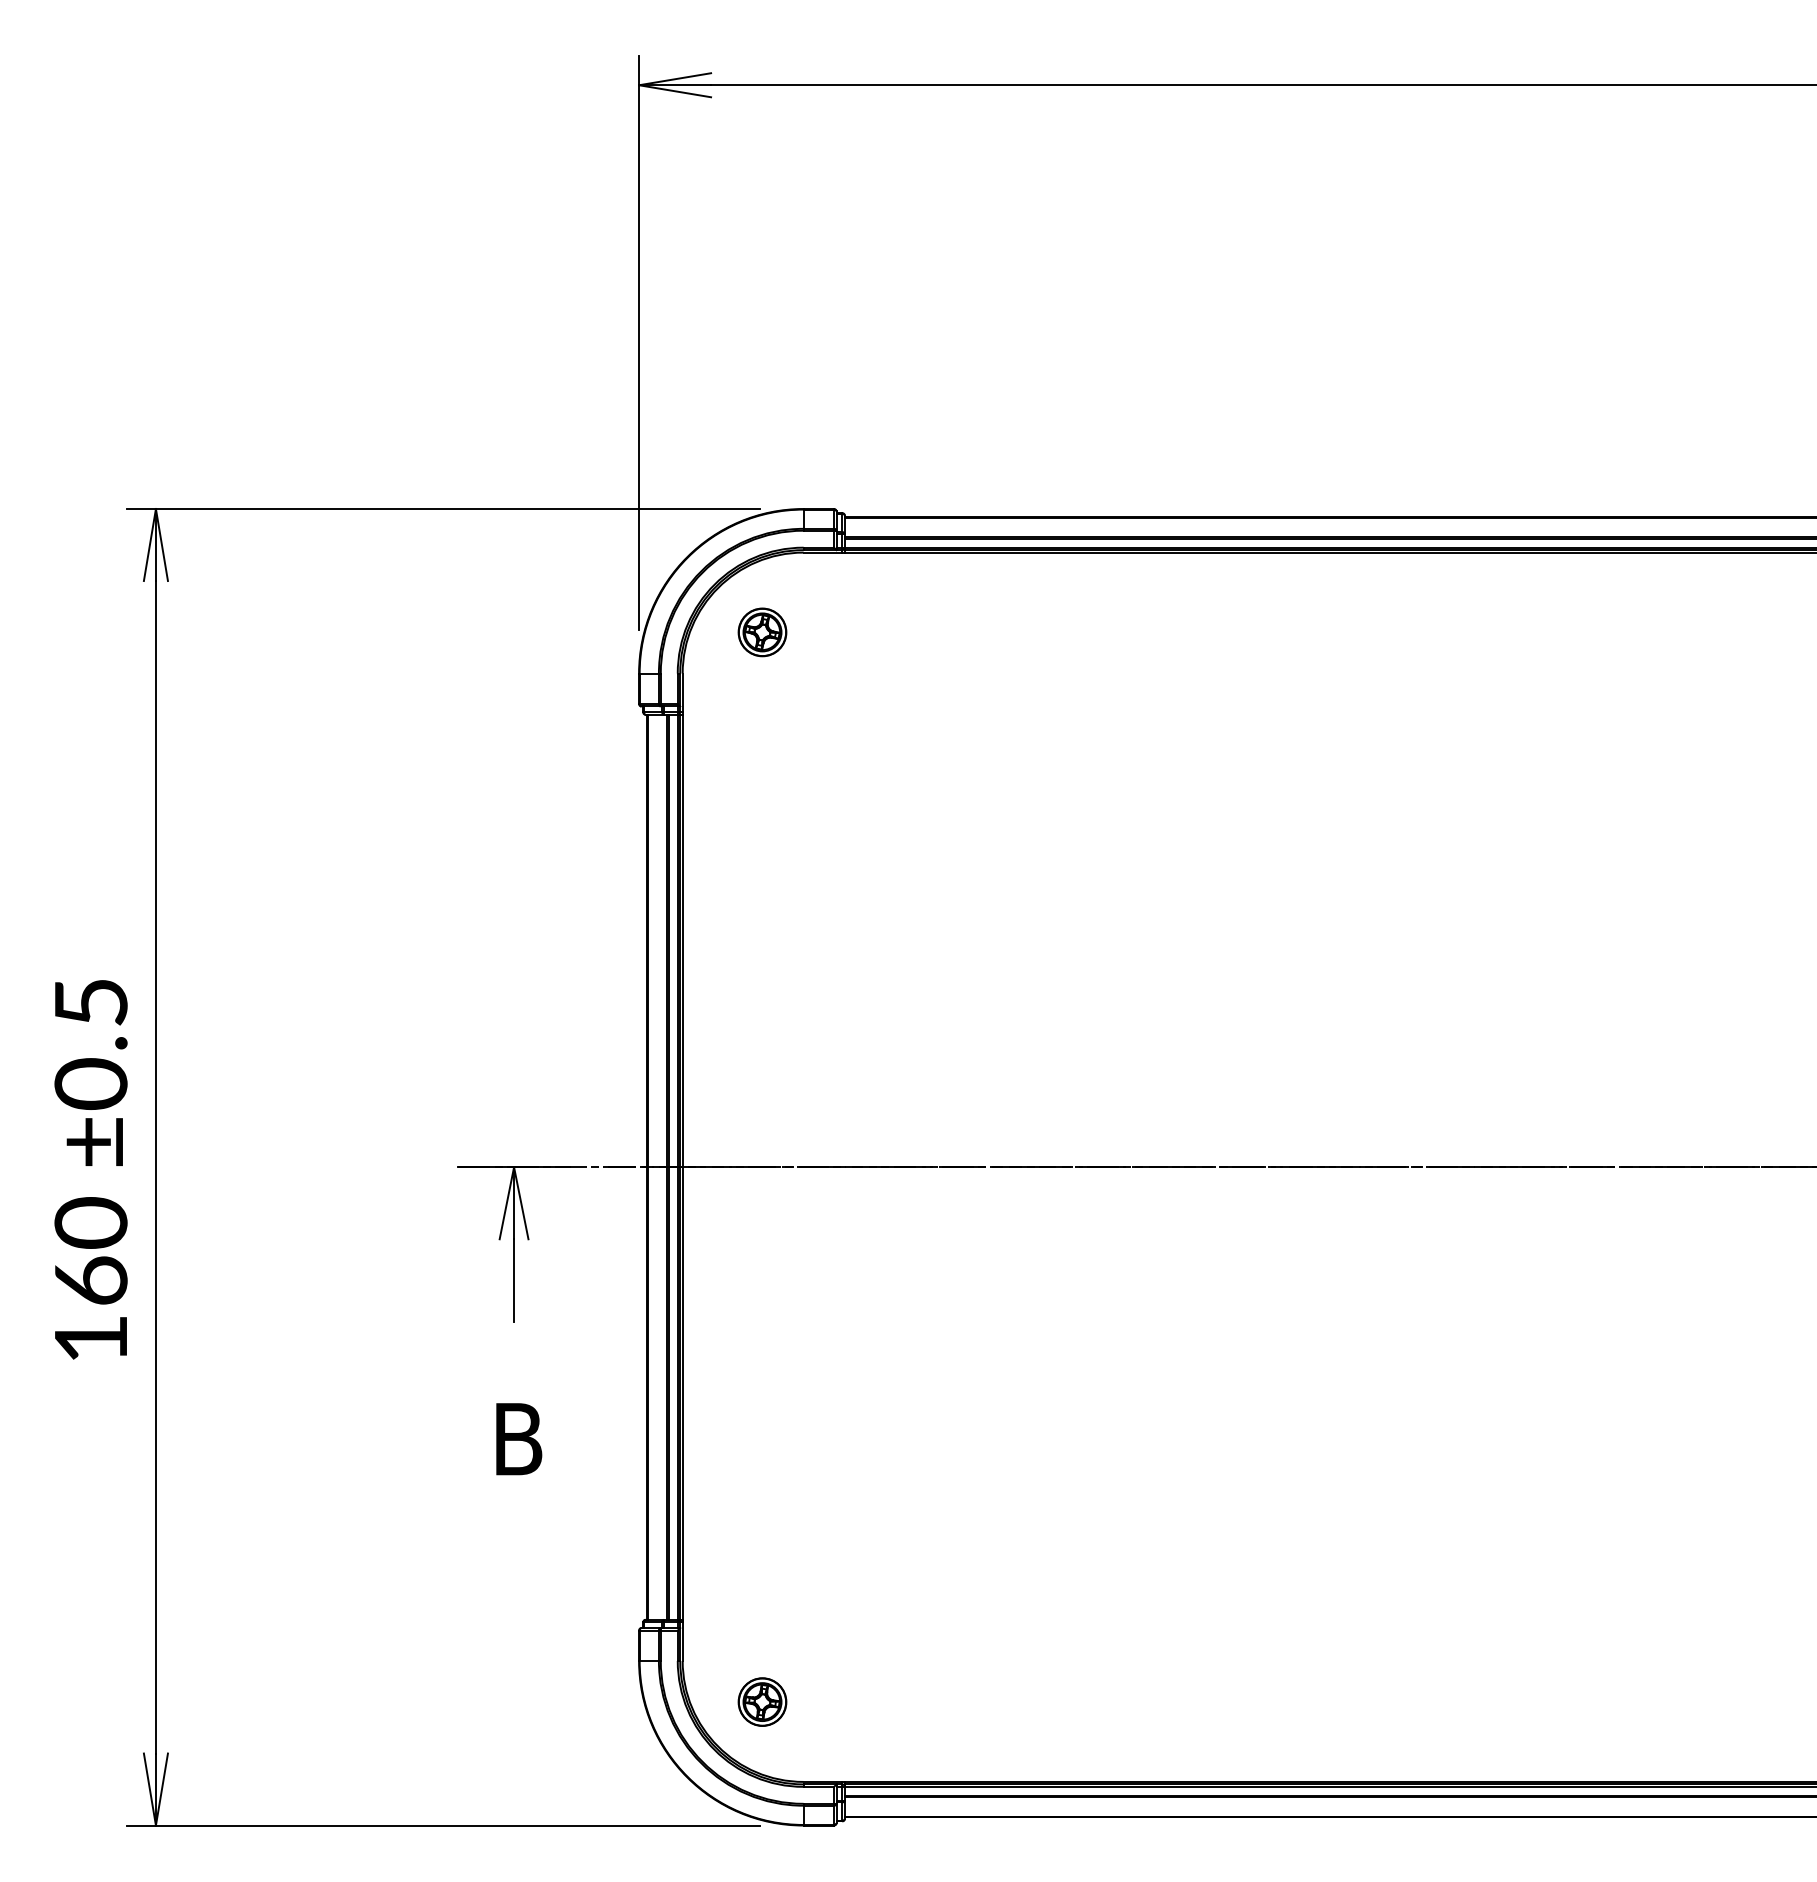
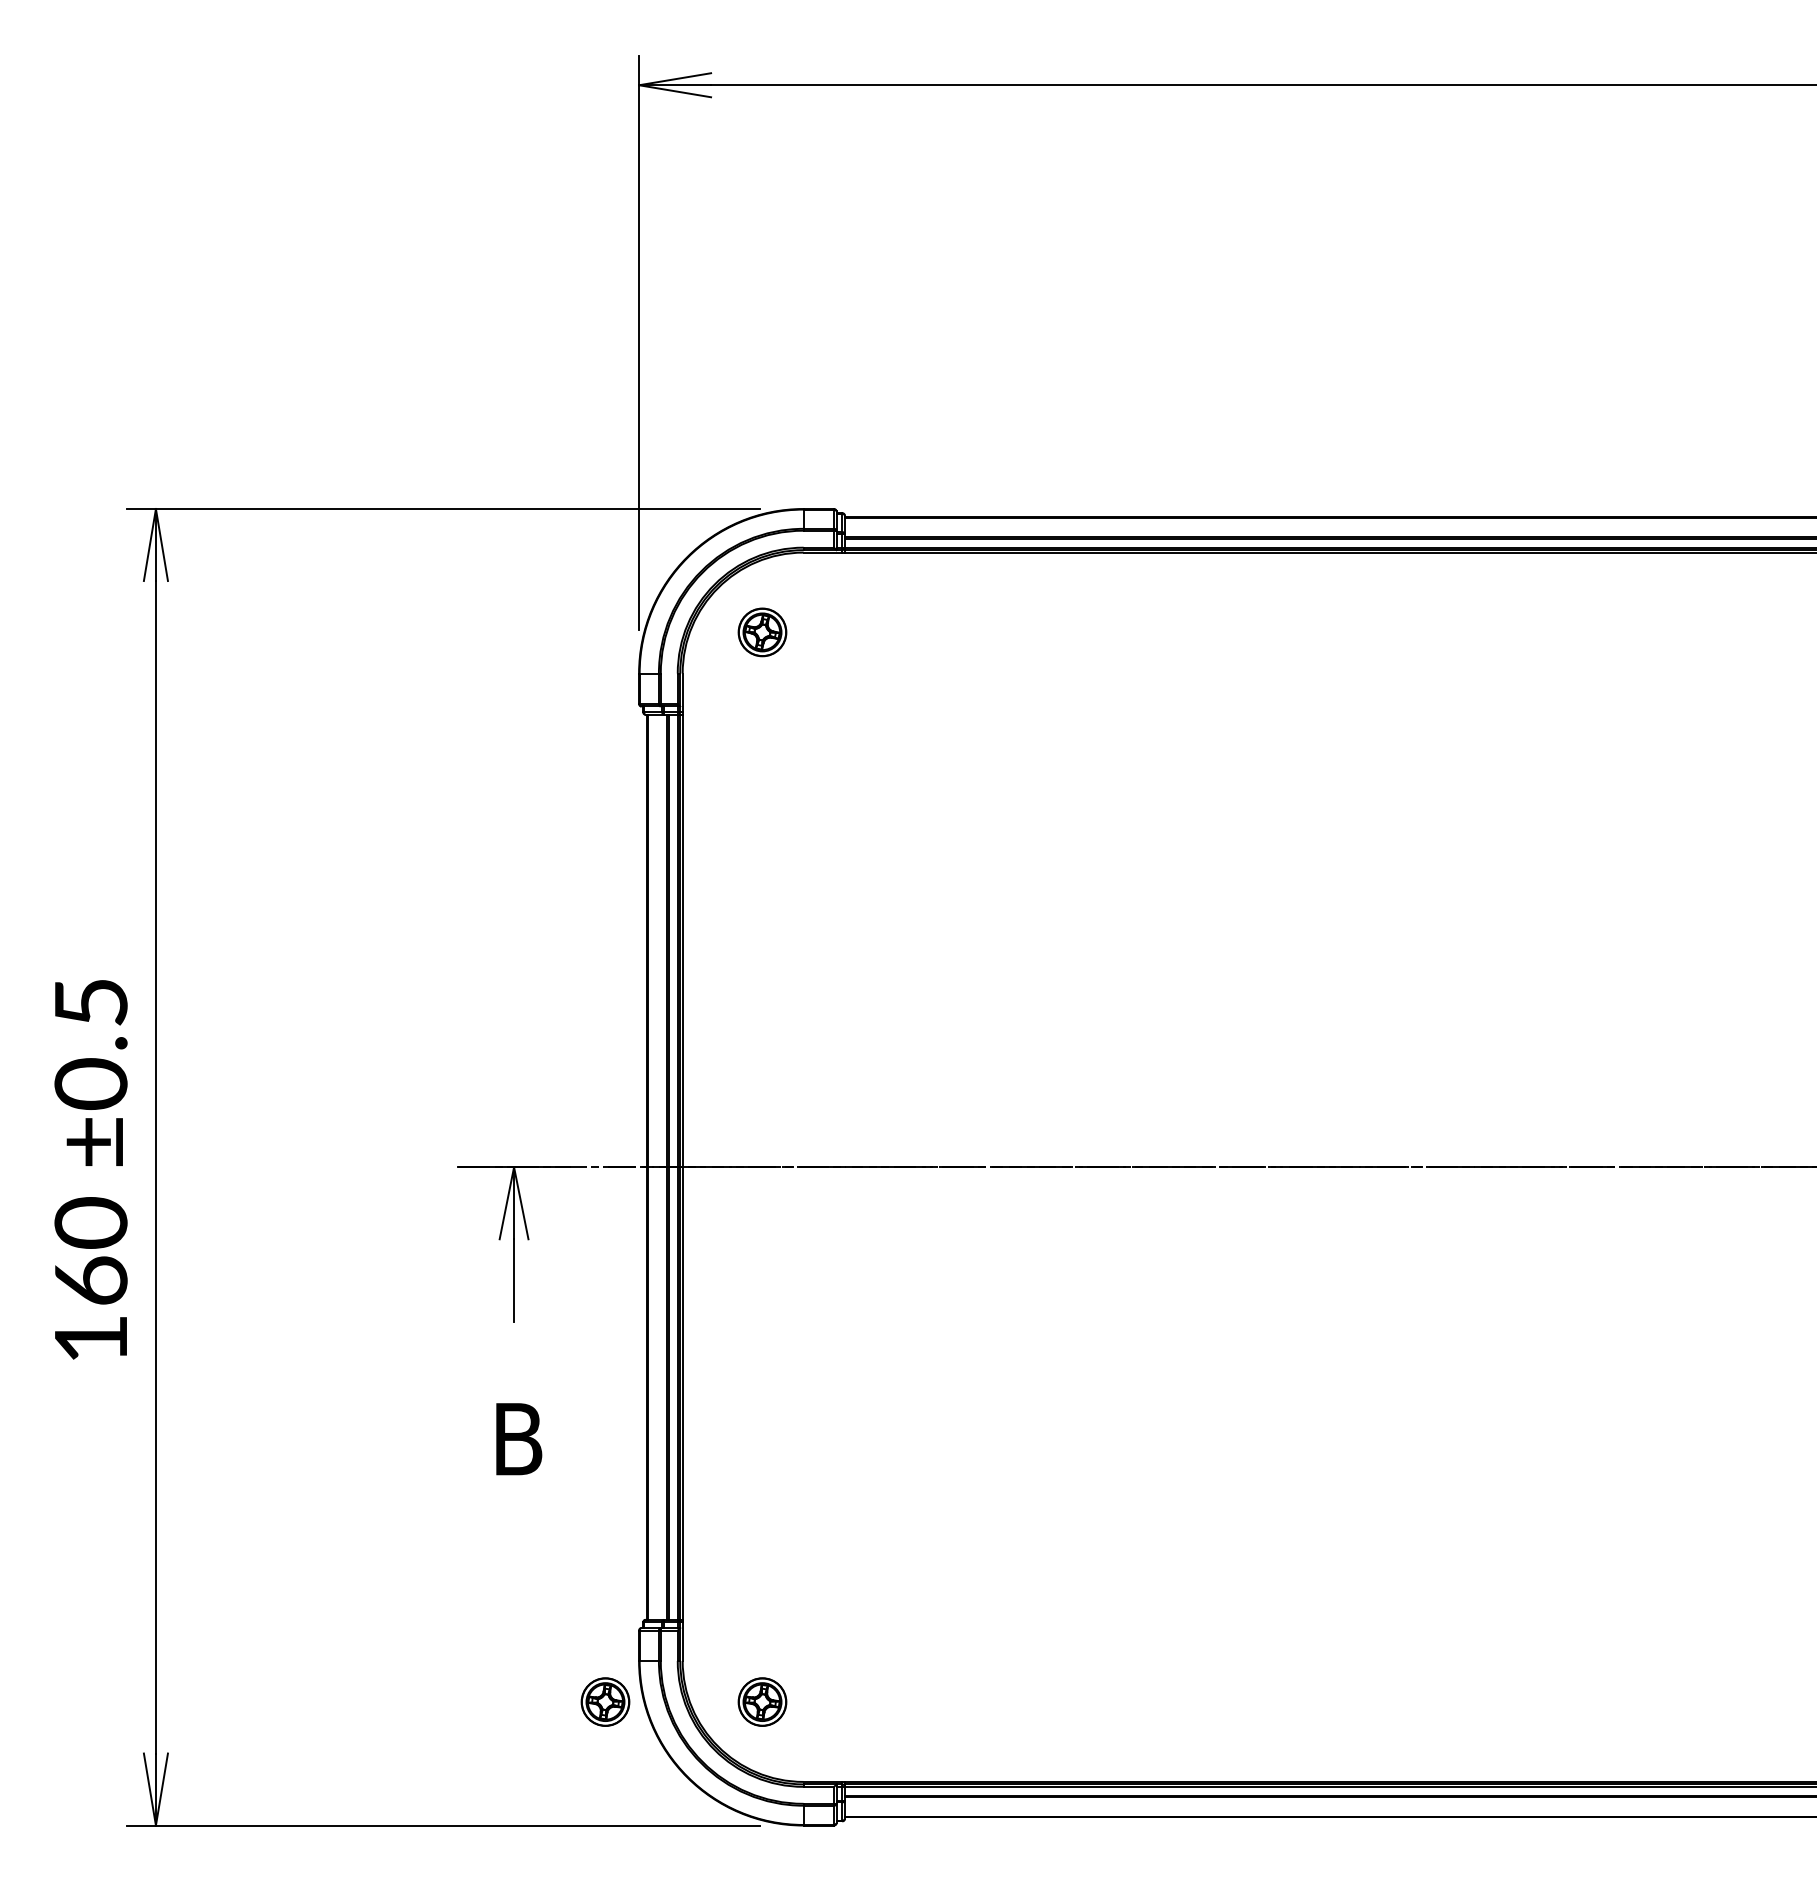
part at (605, 1701): none -> present
